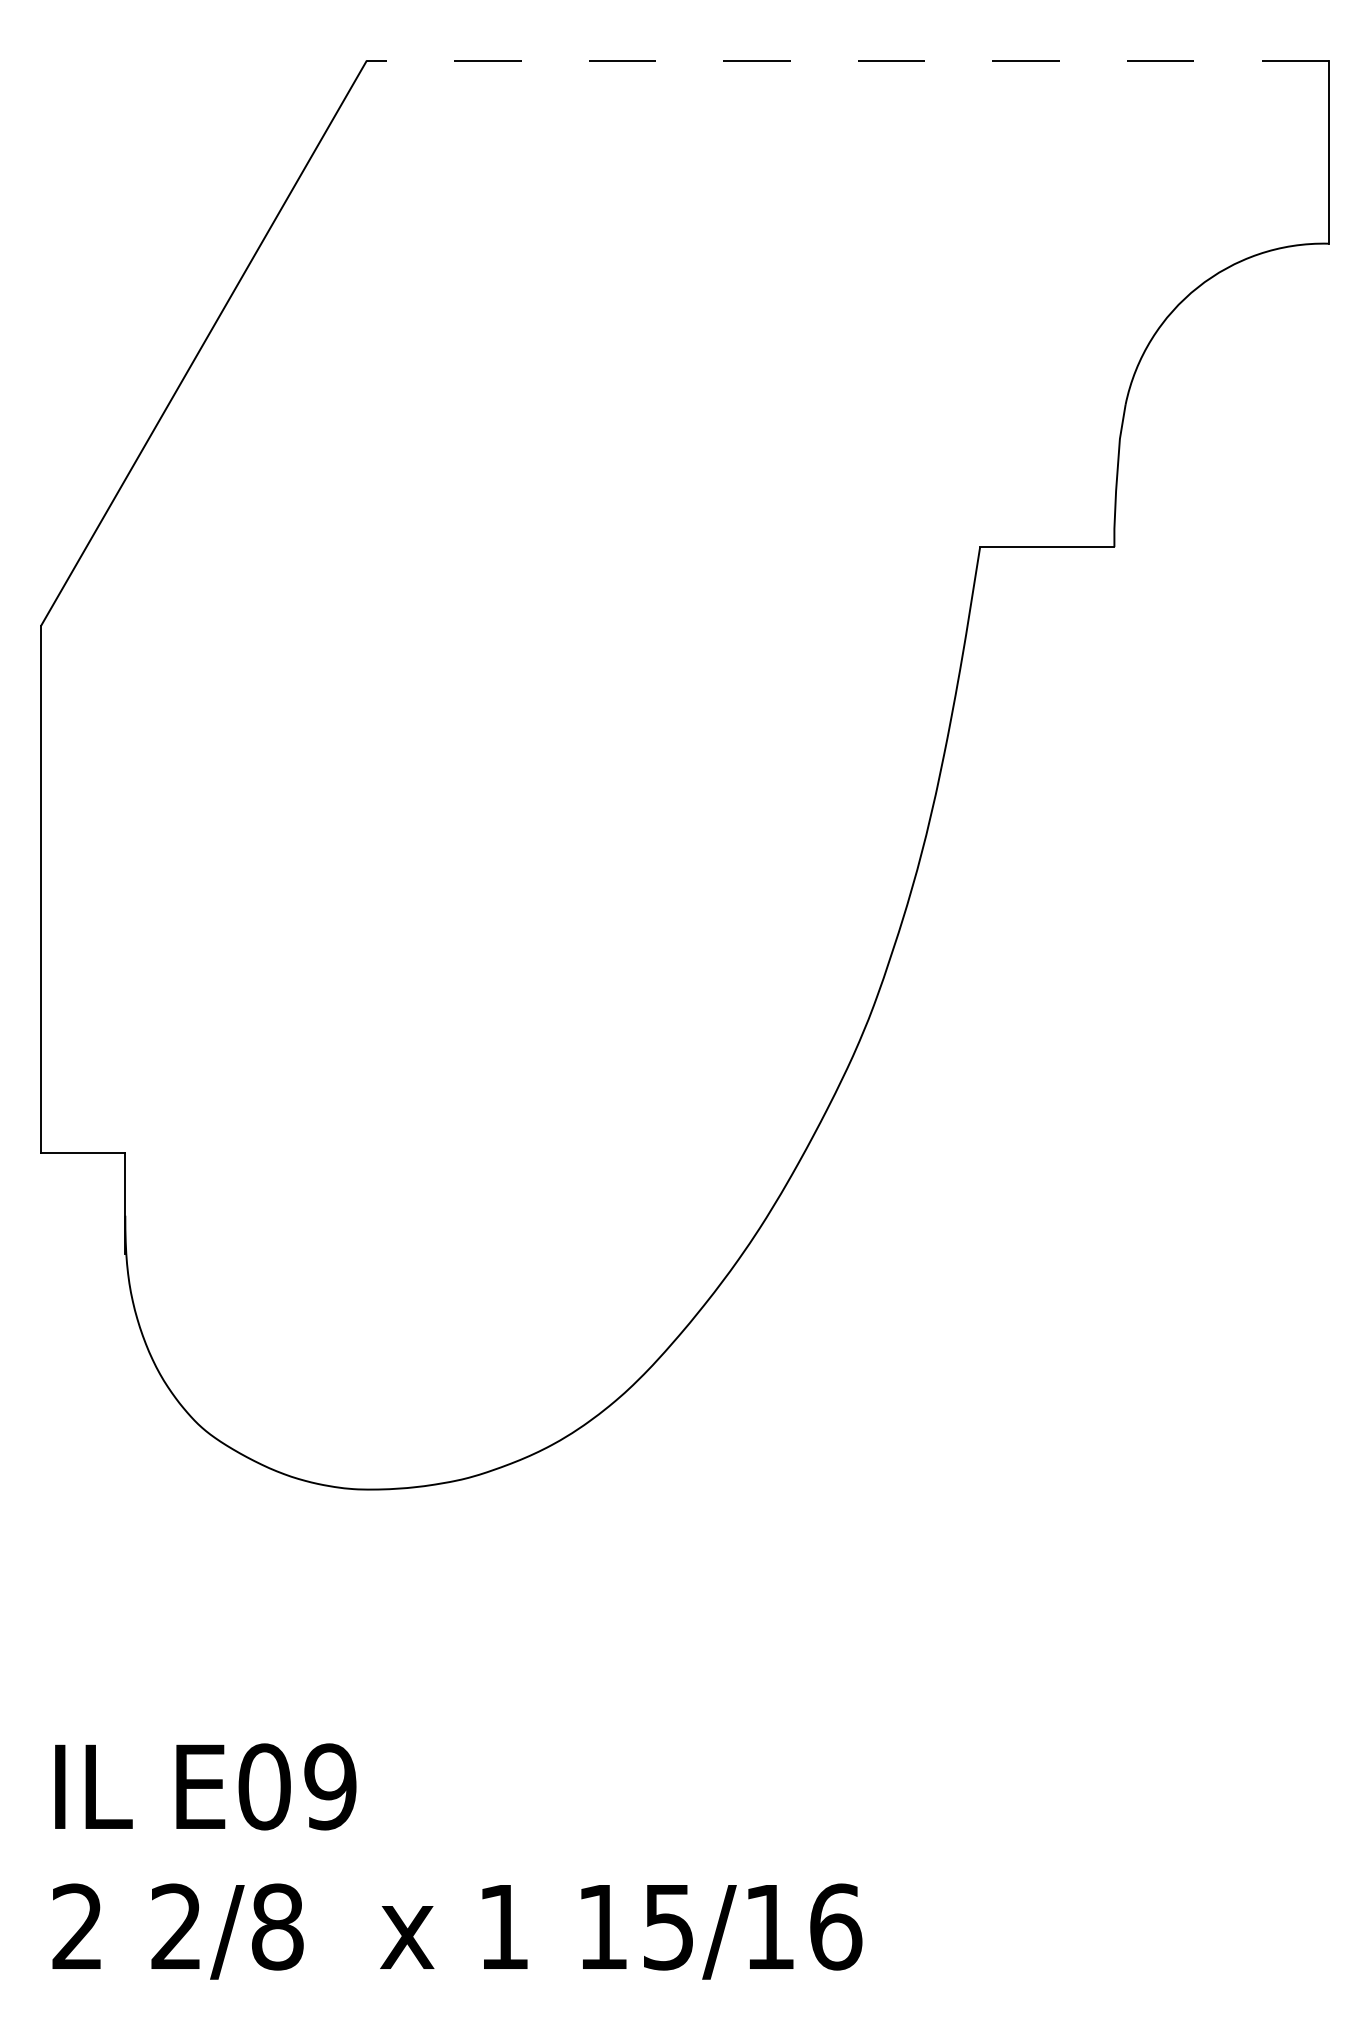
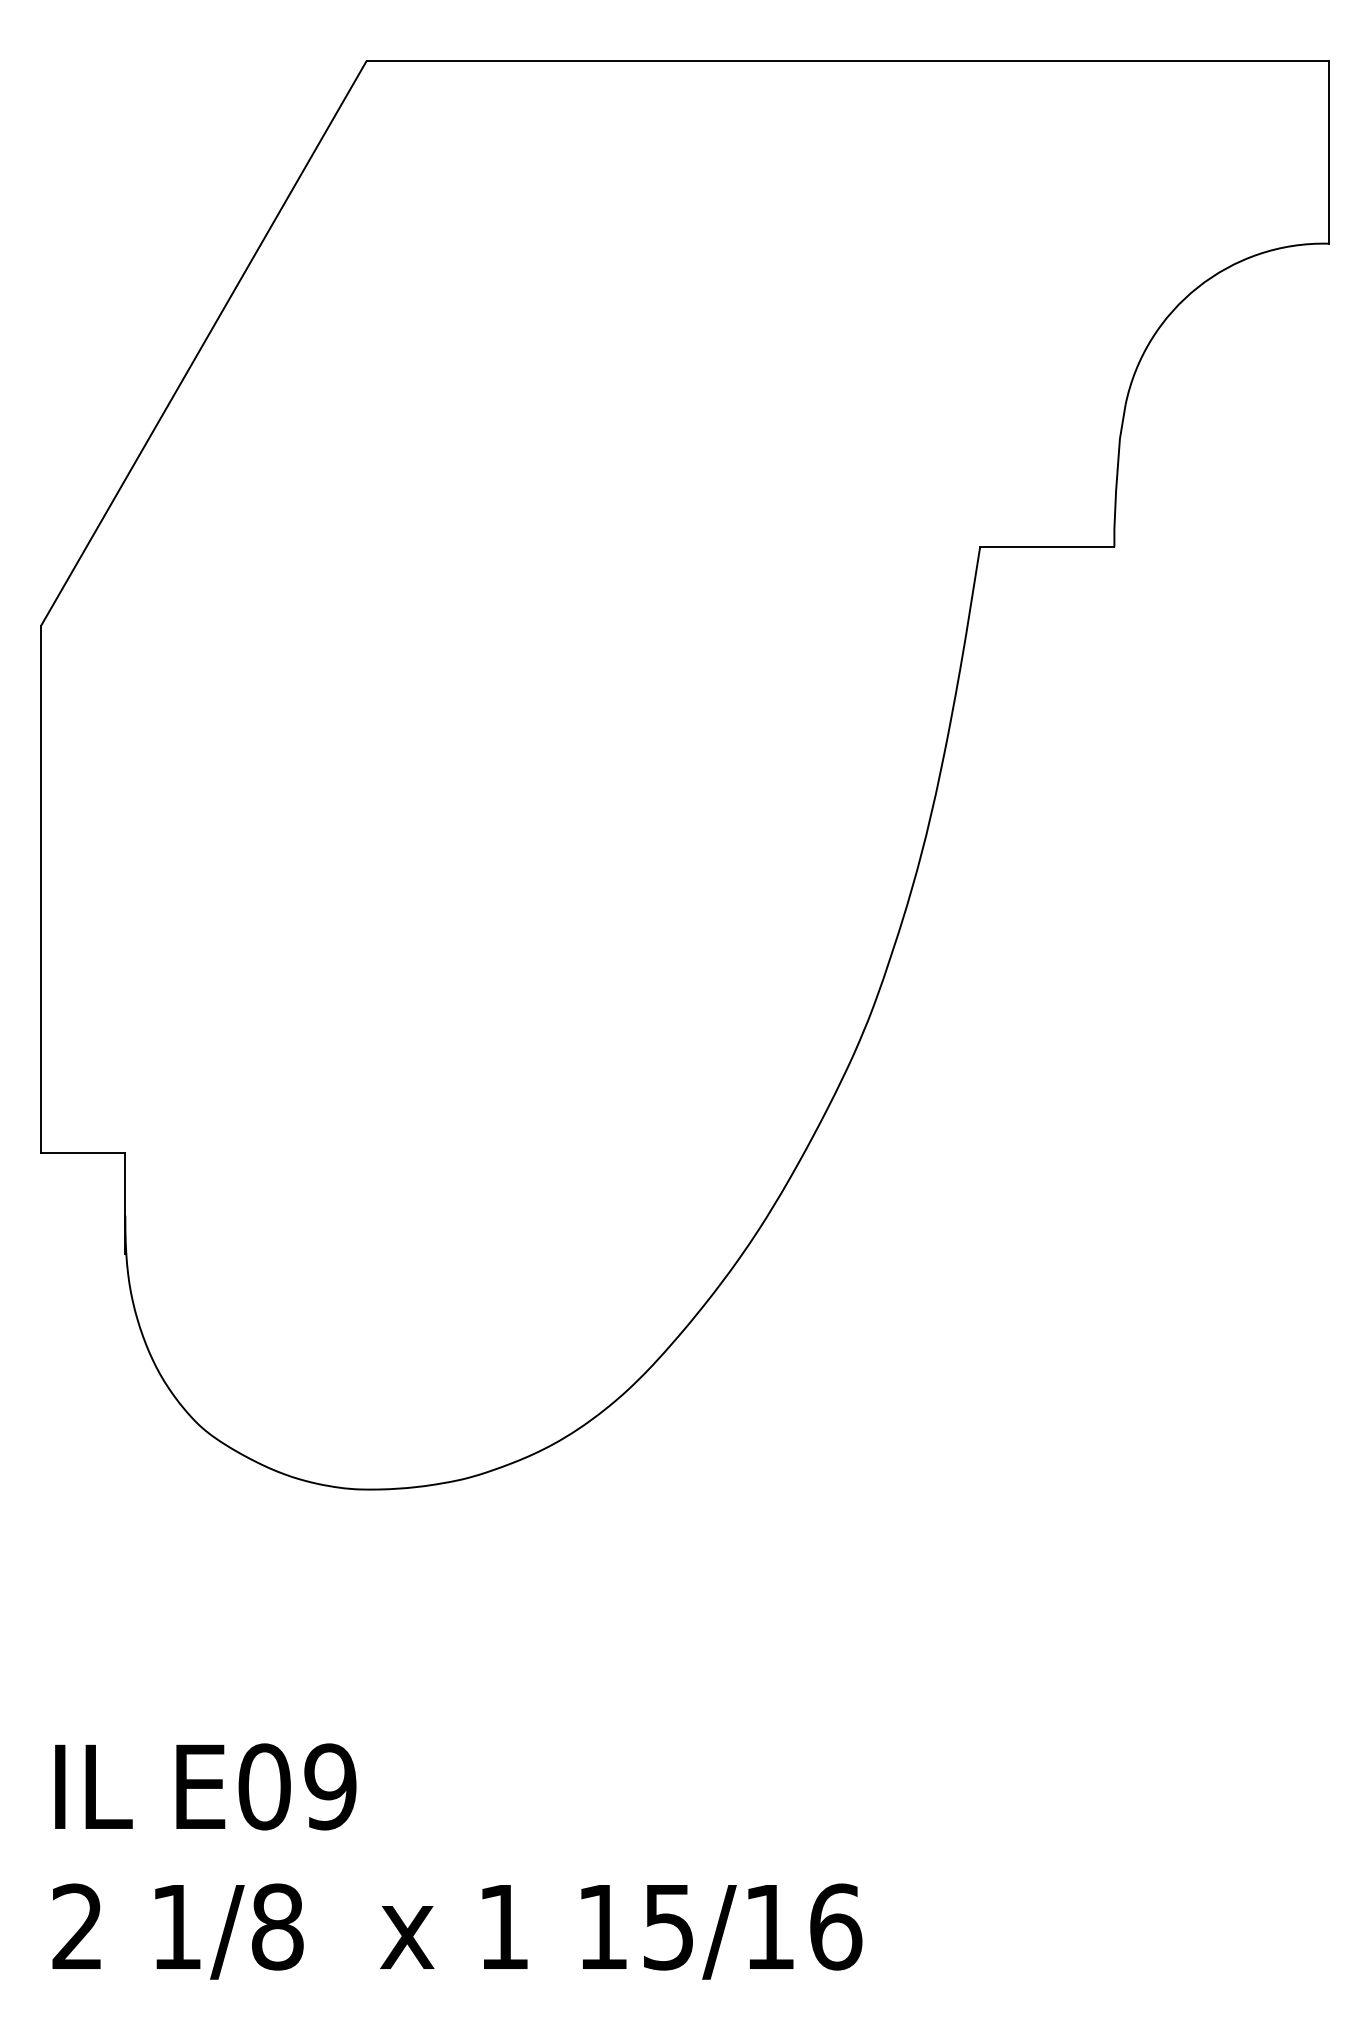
line at (847, 61): dashed -> solid
text at (175, 1925): 2/8 -> 1/8
